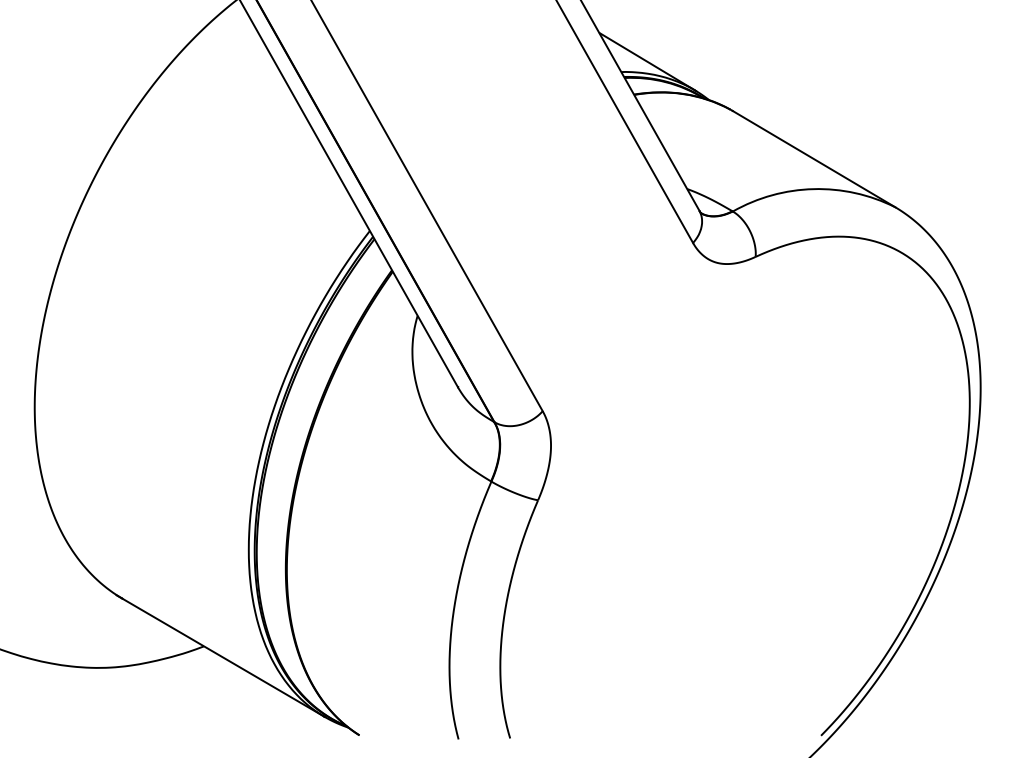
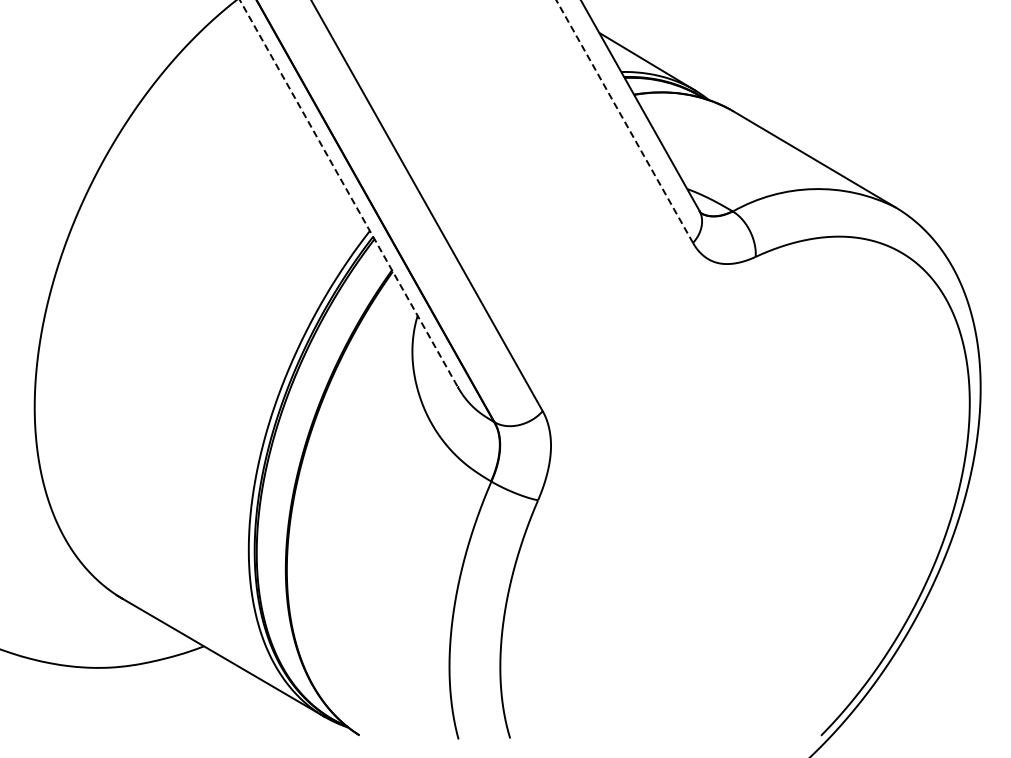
line at (624, 121): solid -> dashed
line at (348, 193): solid -> dashed
